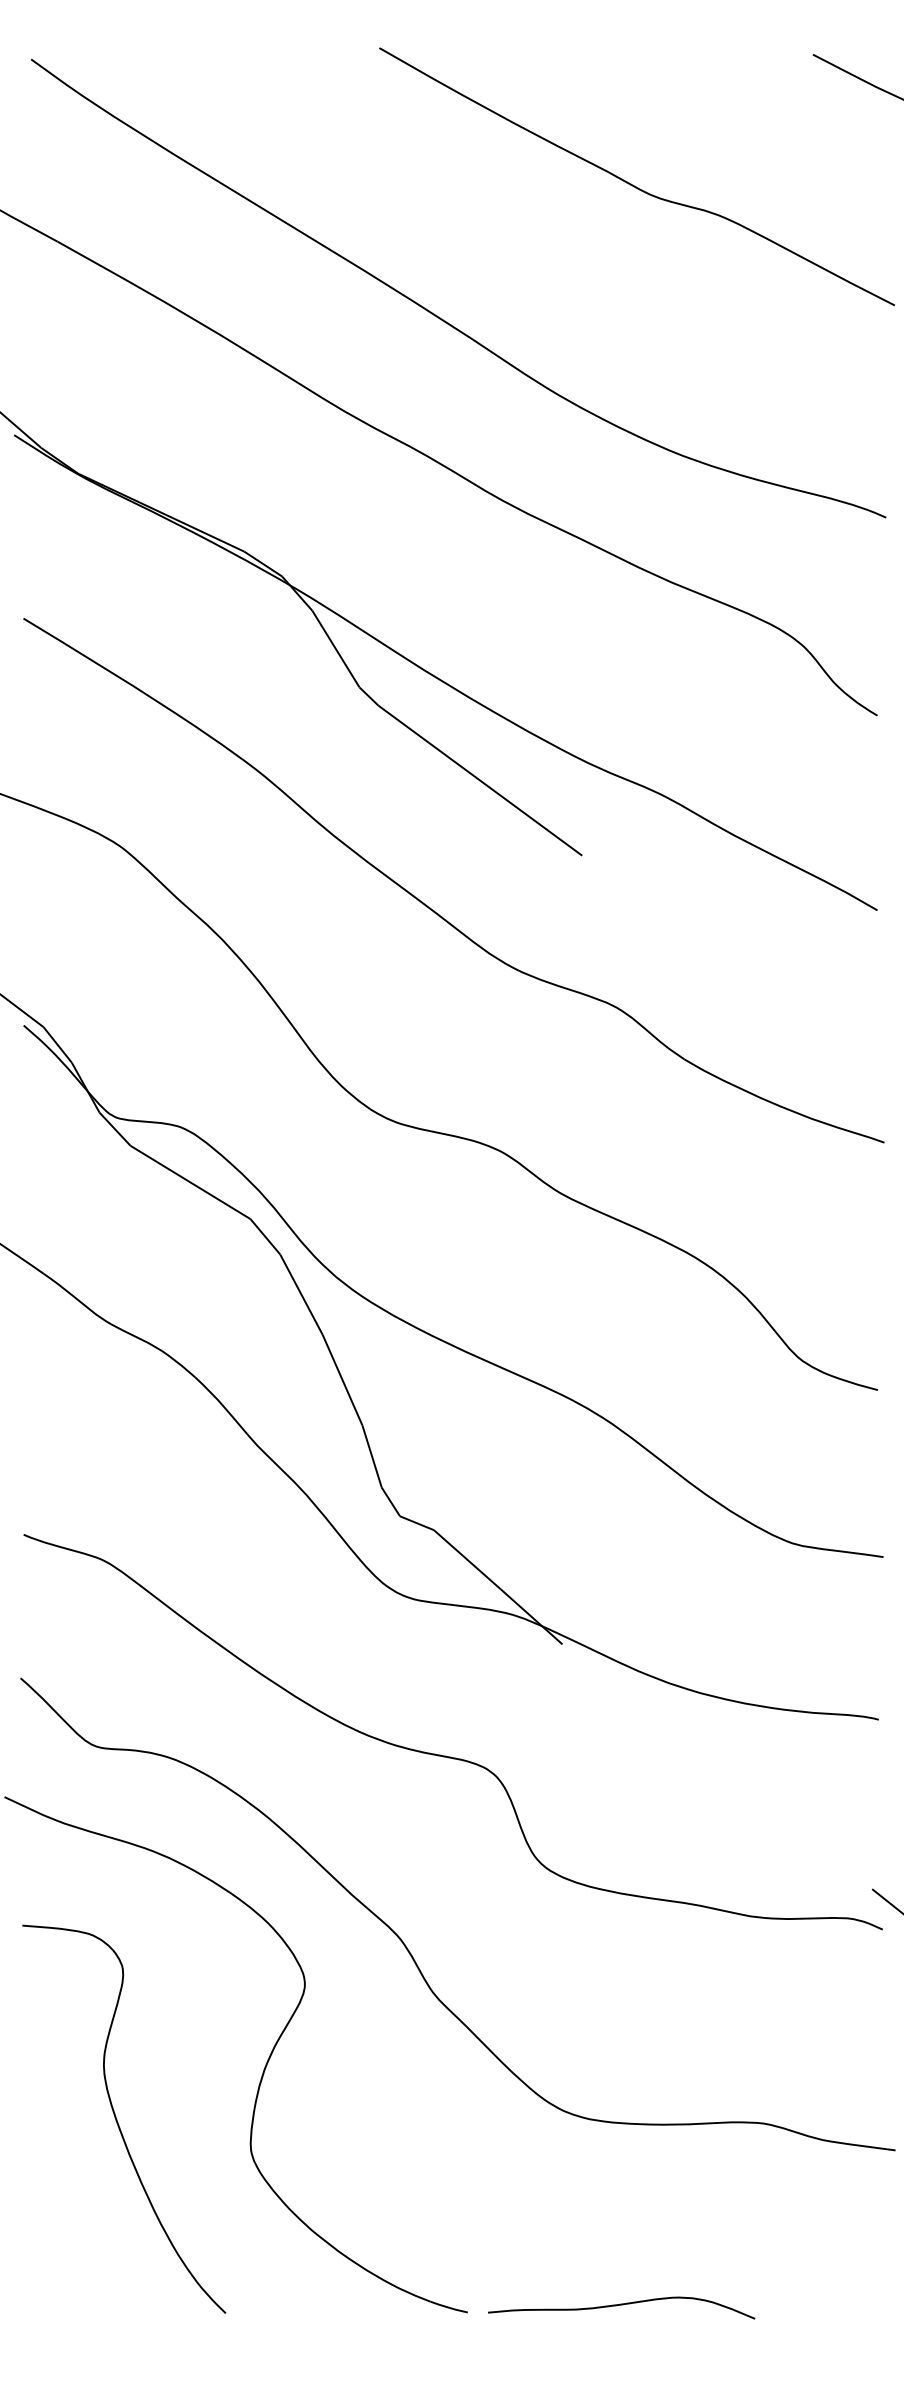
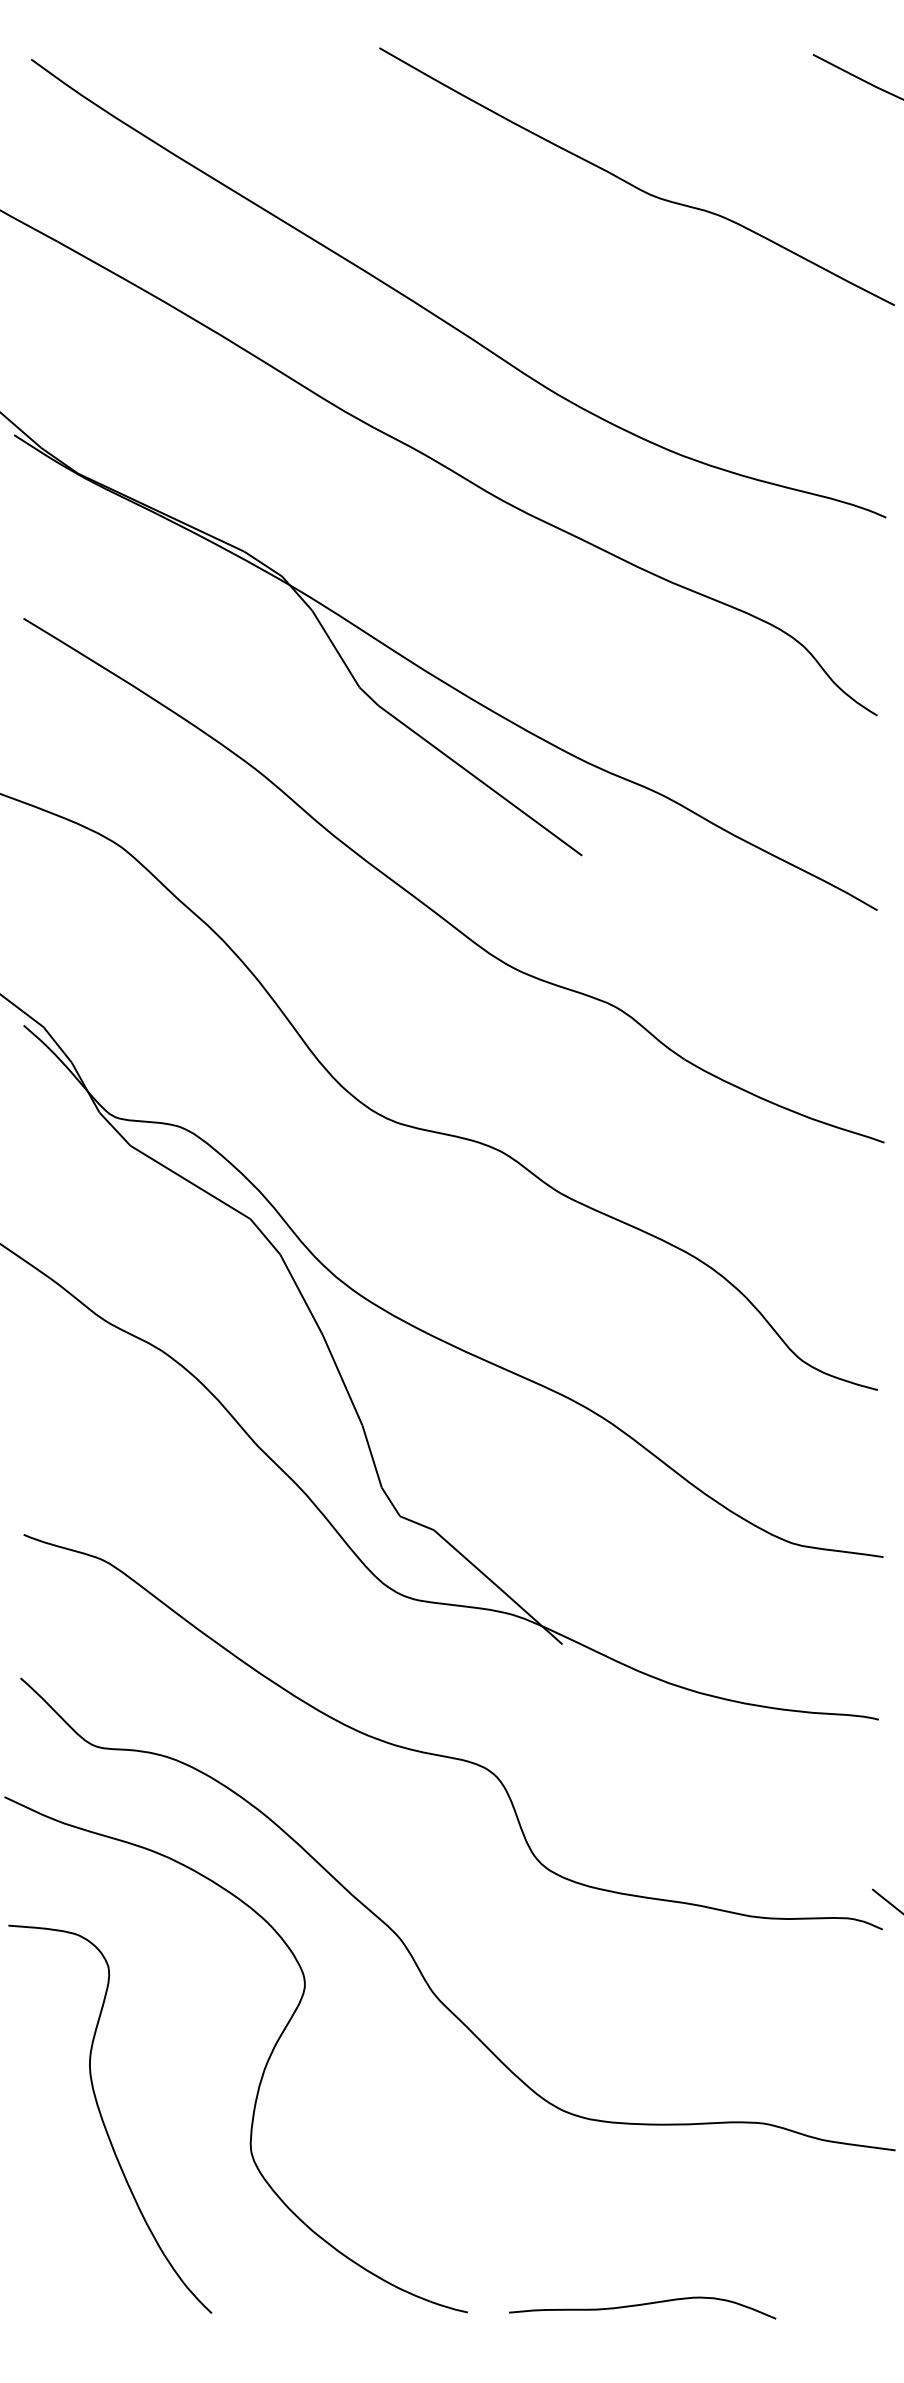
curve at (117, 2119) position: (117, 2119) -> (103, 2119)
curve at (621, 2305) position: (621, 2305) -> (642, 2305)
